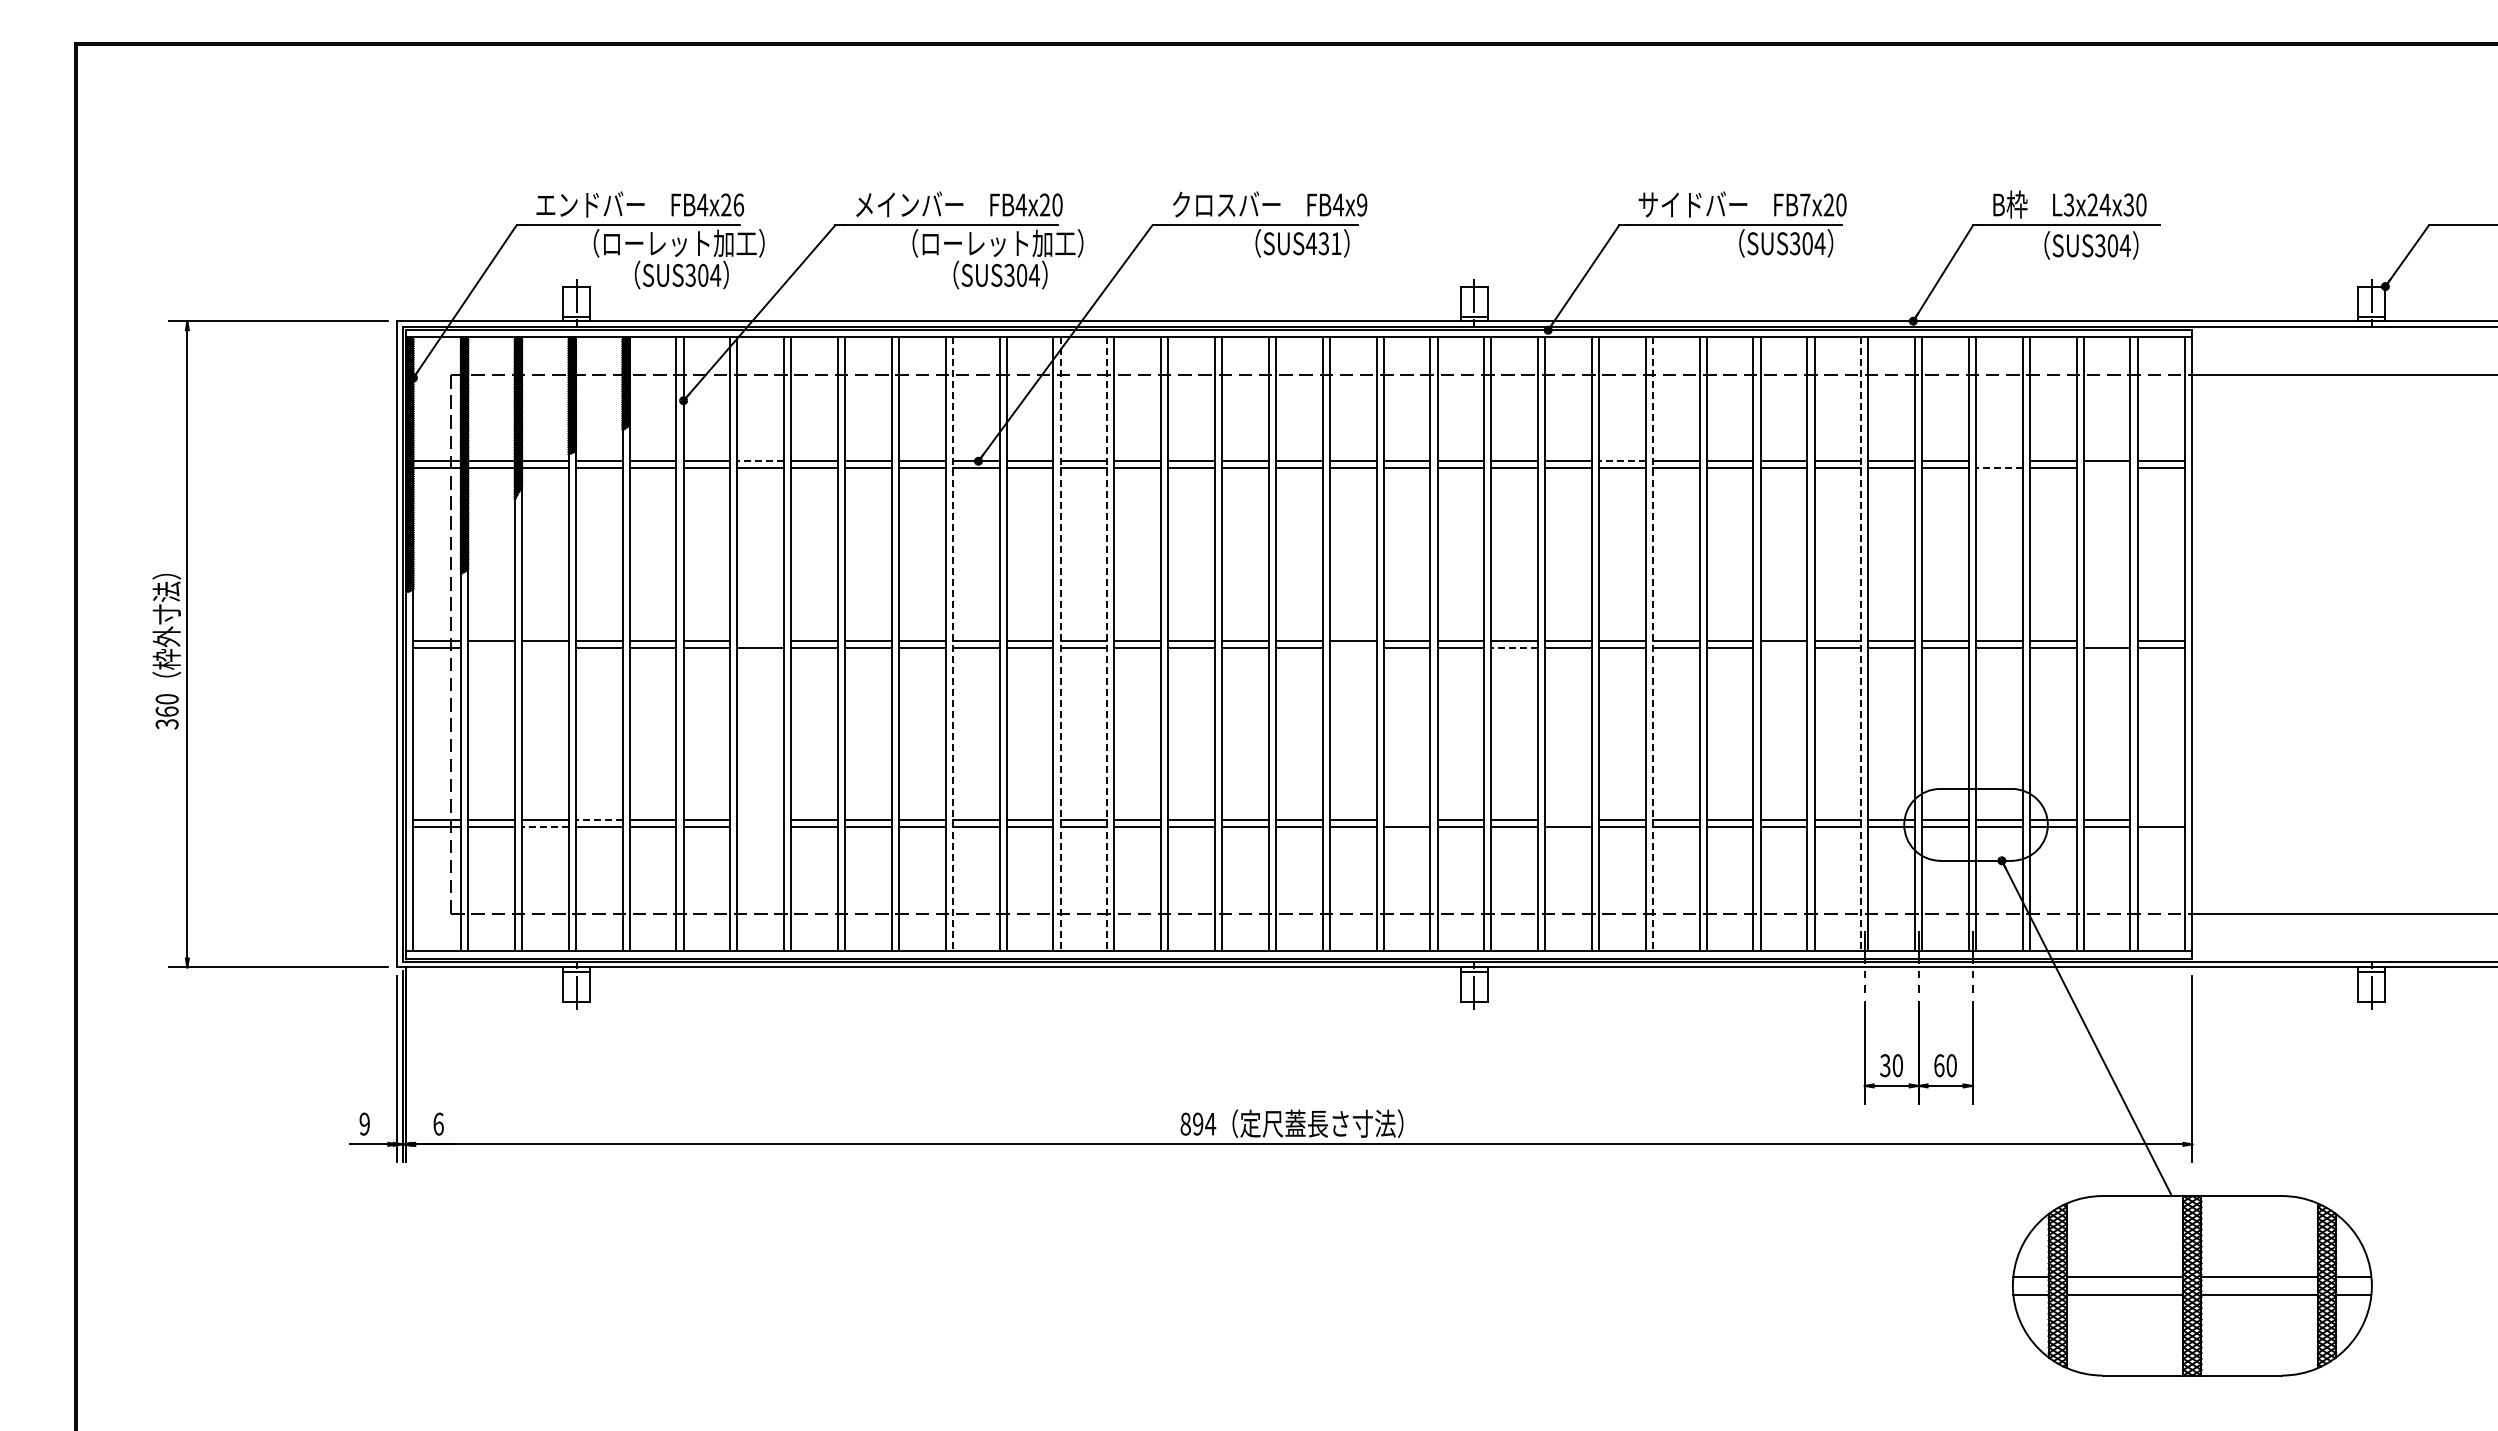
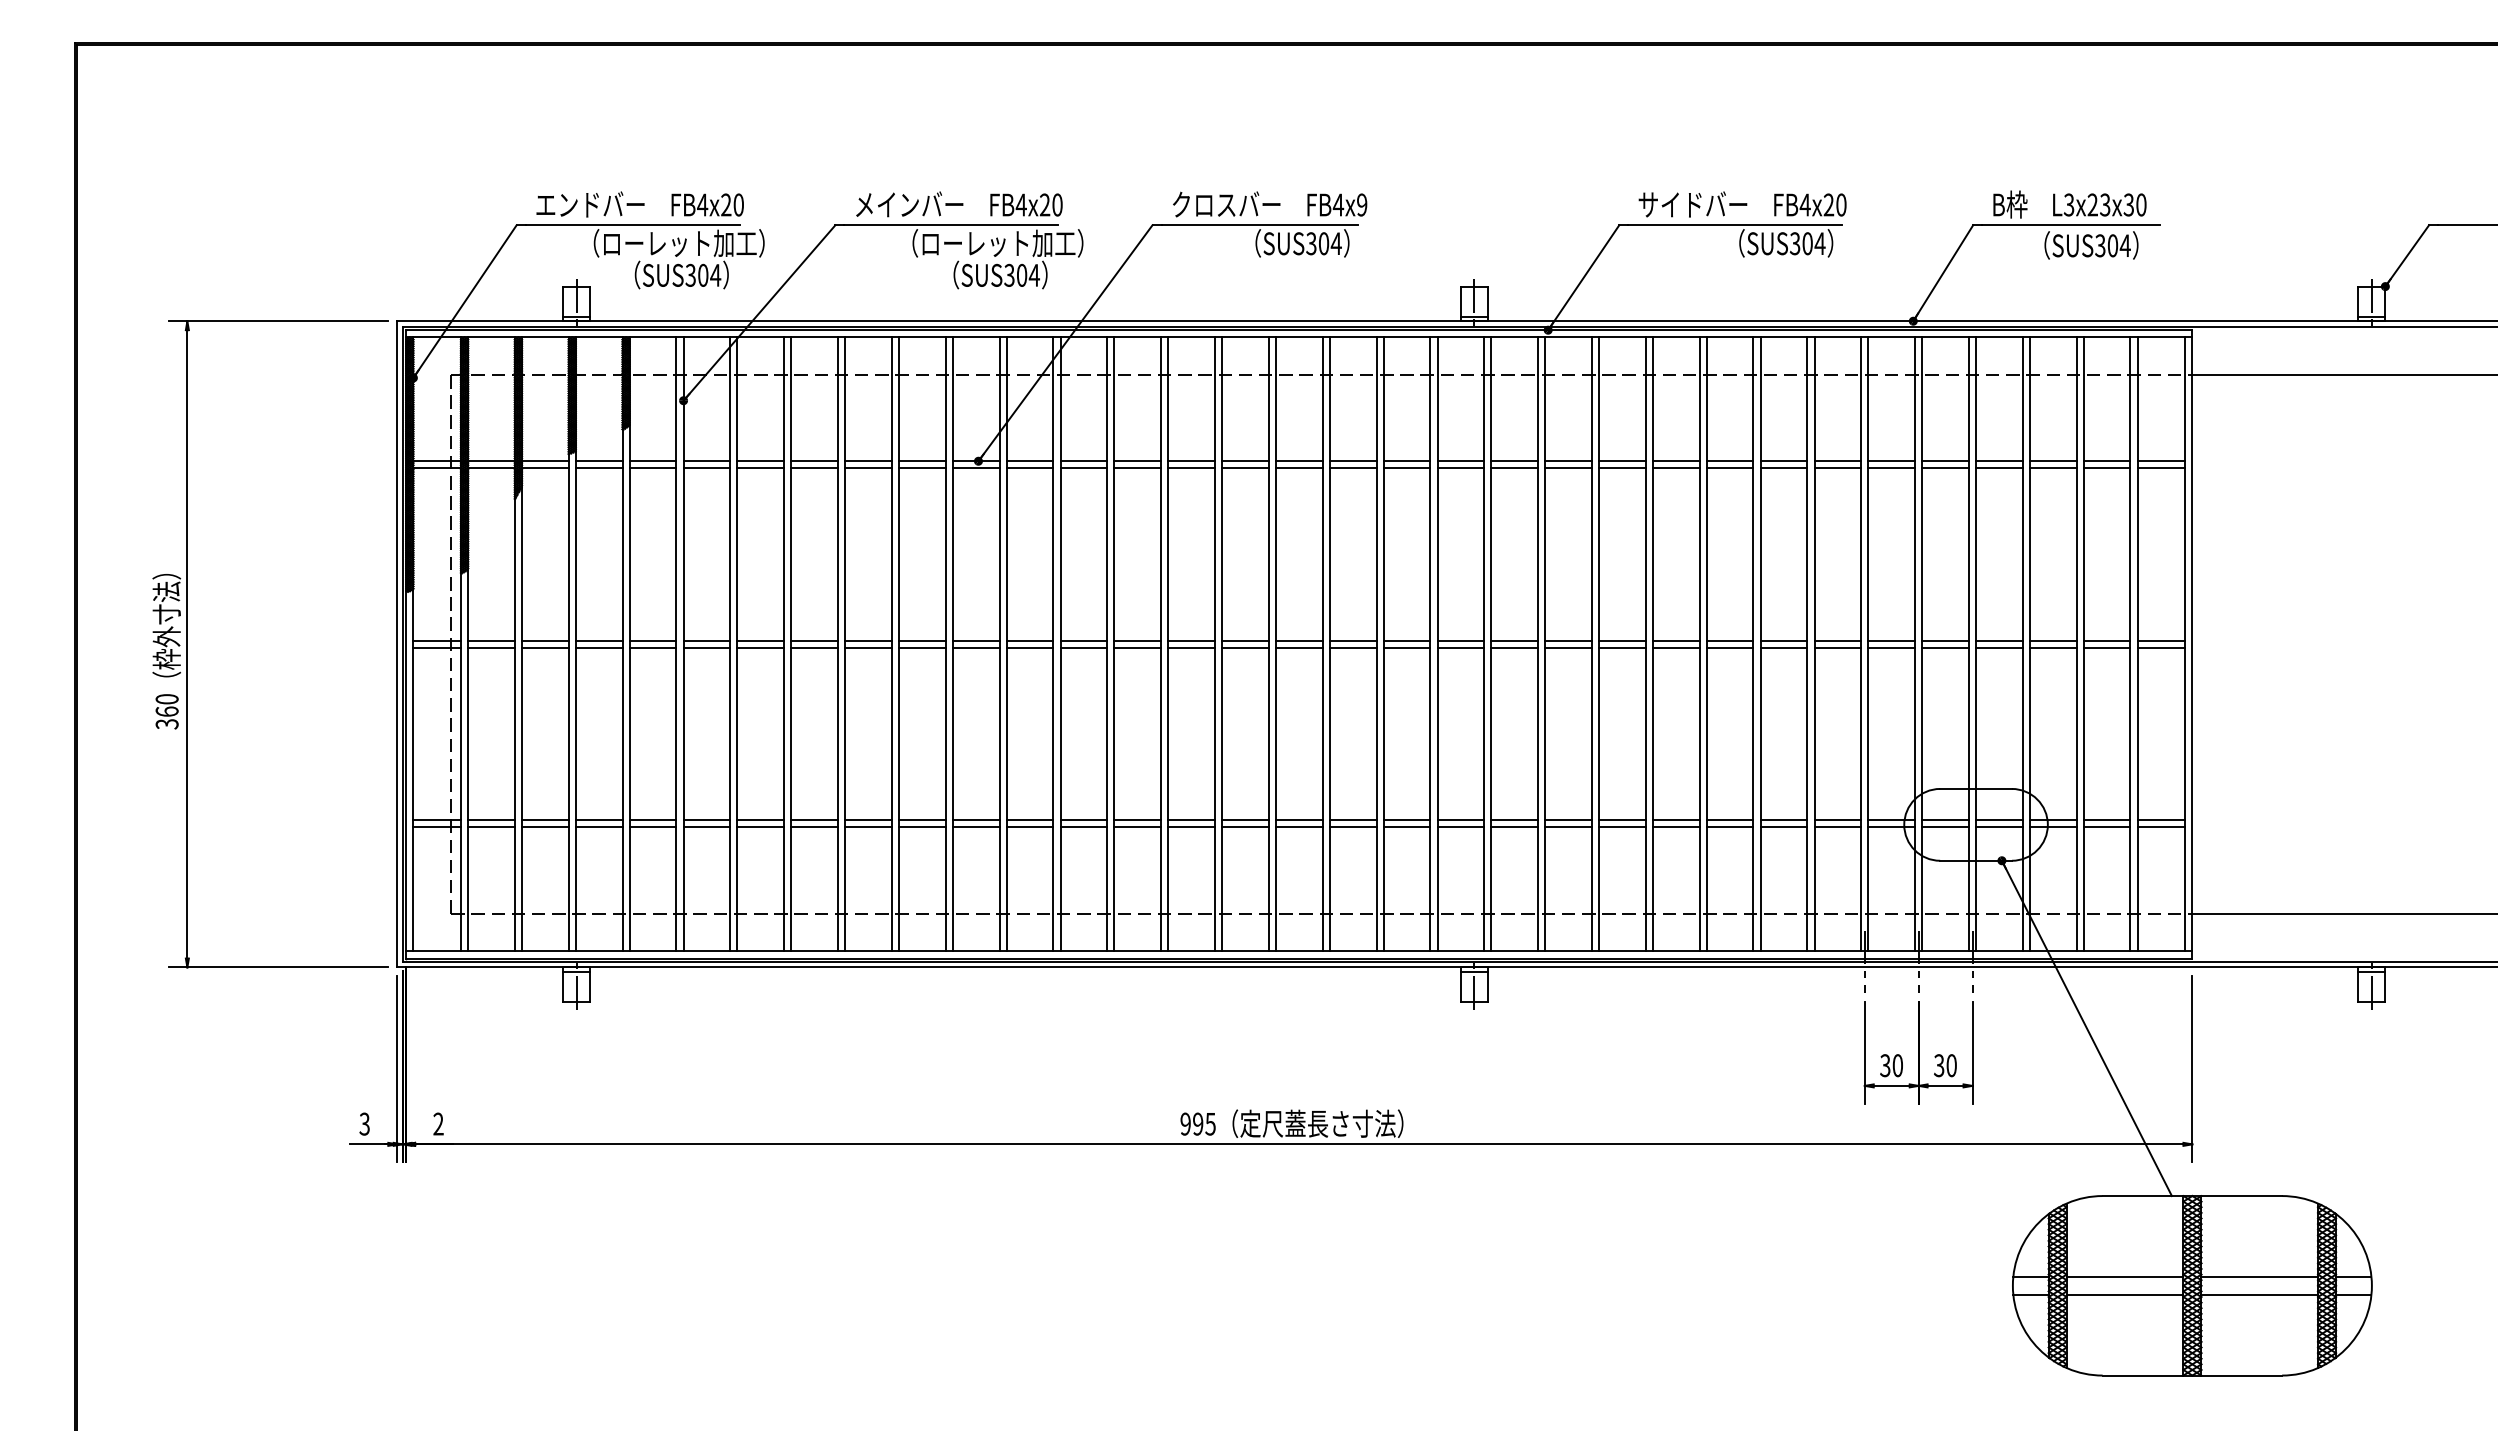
text at (738, 204): FB4x26 -> FB4x20
text at (1804, 204): FB7x20 -> FB4x20
text at (2104, 204): L3x24x30 -> L3x23x30
text at (1323, 243): SUS431 -> SUS304
line at (760, 461): dashed -> solid
line at (1621, 461): dashed -> solid
line at (1999, 461): none -> present
line at (1998, 468): dashed -> solid
line at (2106, 468): none -> present
line at (760, 640): none -> present
line at (2106, 640): none -> present
line at (952, 644): dashed -> solid
line at (1060, 644): dashed -> solid
line at (1107, 644): dashed -> solid
line at (1652, 644): dashed -> solid
line at (1861, 644): dashed -> solid
line at (491, 647): none -> present
line at (545, 647): none -> present
line at (1352, 647): none -> present
line at (1514, 647): dashed -> solid
line at (1783, 647): none -> present
line at (598, 820): dashed -> solid
line at (760, 820): none -> present
line at (1406, 820): none -> present
line at (1568, 820): none -> present
line at (2161, 820): none -> present
line at (544, 827): dashed -> solid
line at (760, 827): none -> present
text at (1939, 1065): 60 -> 30
text at (438, 1123): 6 -> 2
text at (1198, 1123): 894 -> 995
text at (364, 1124): 9 -> 3
